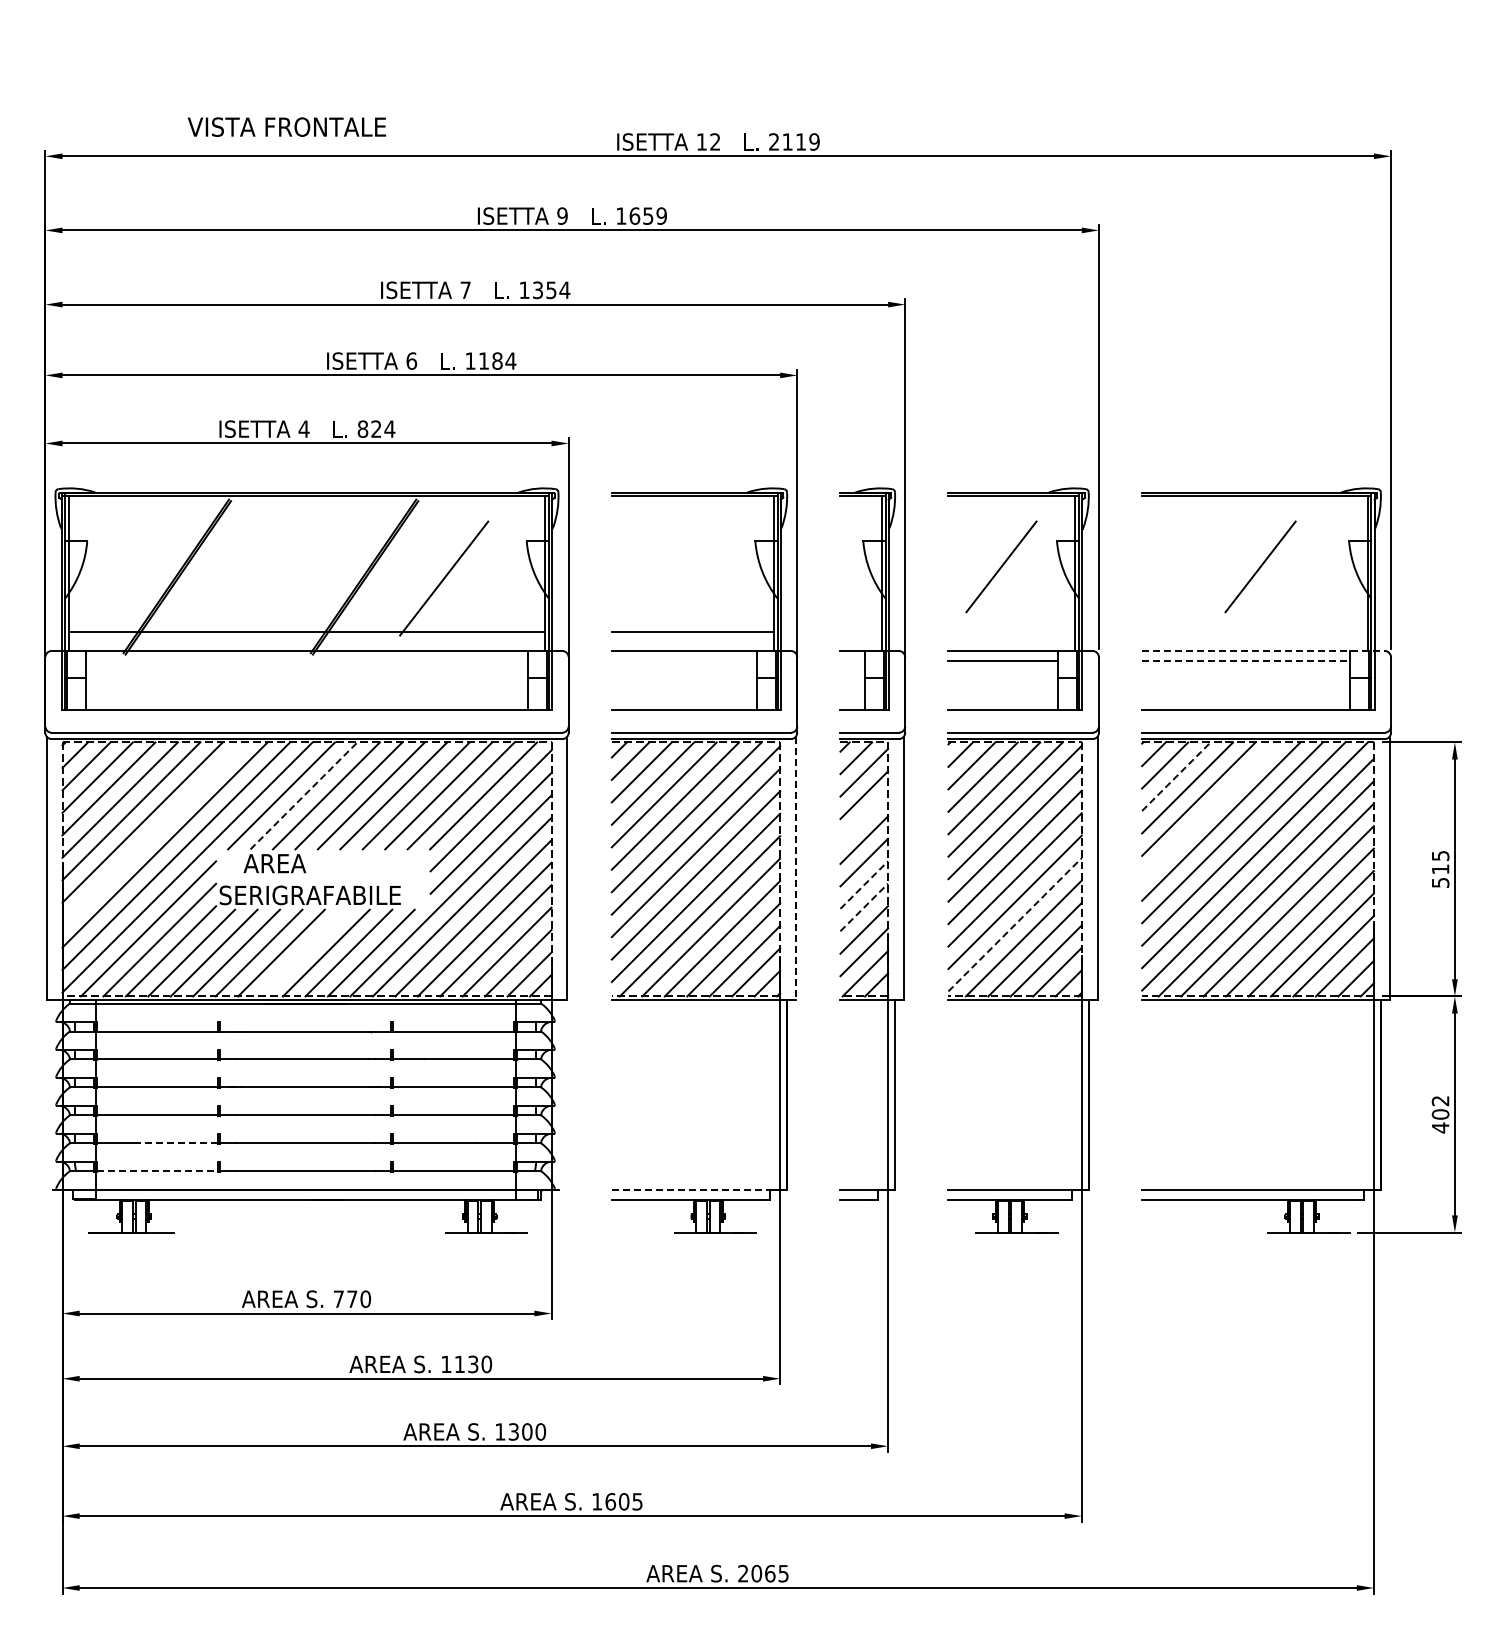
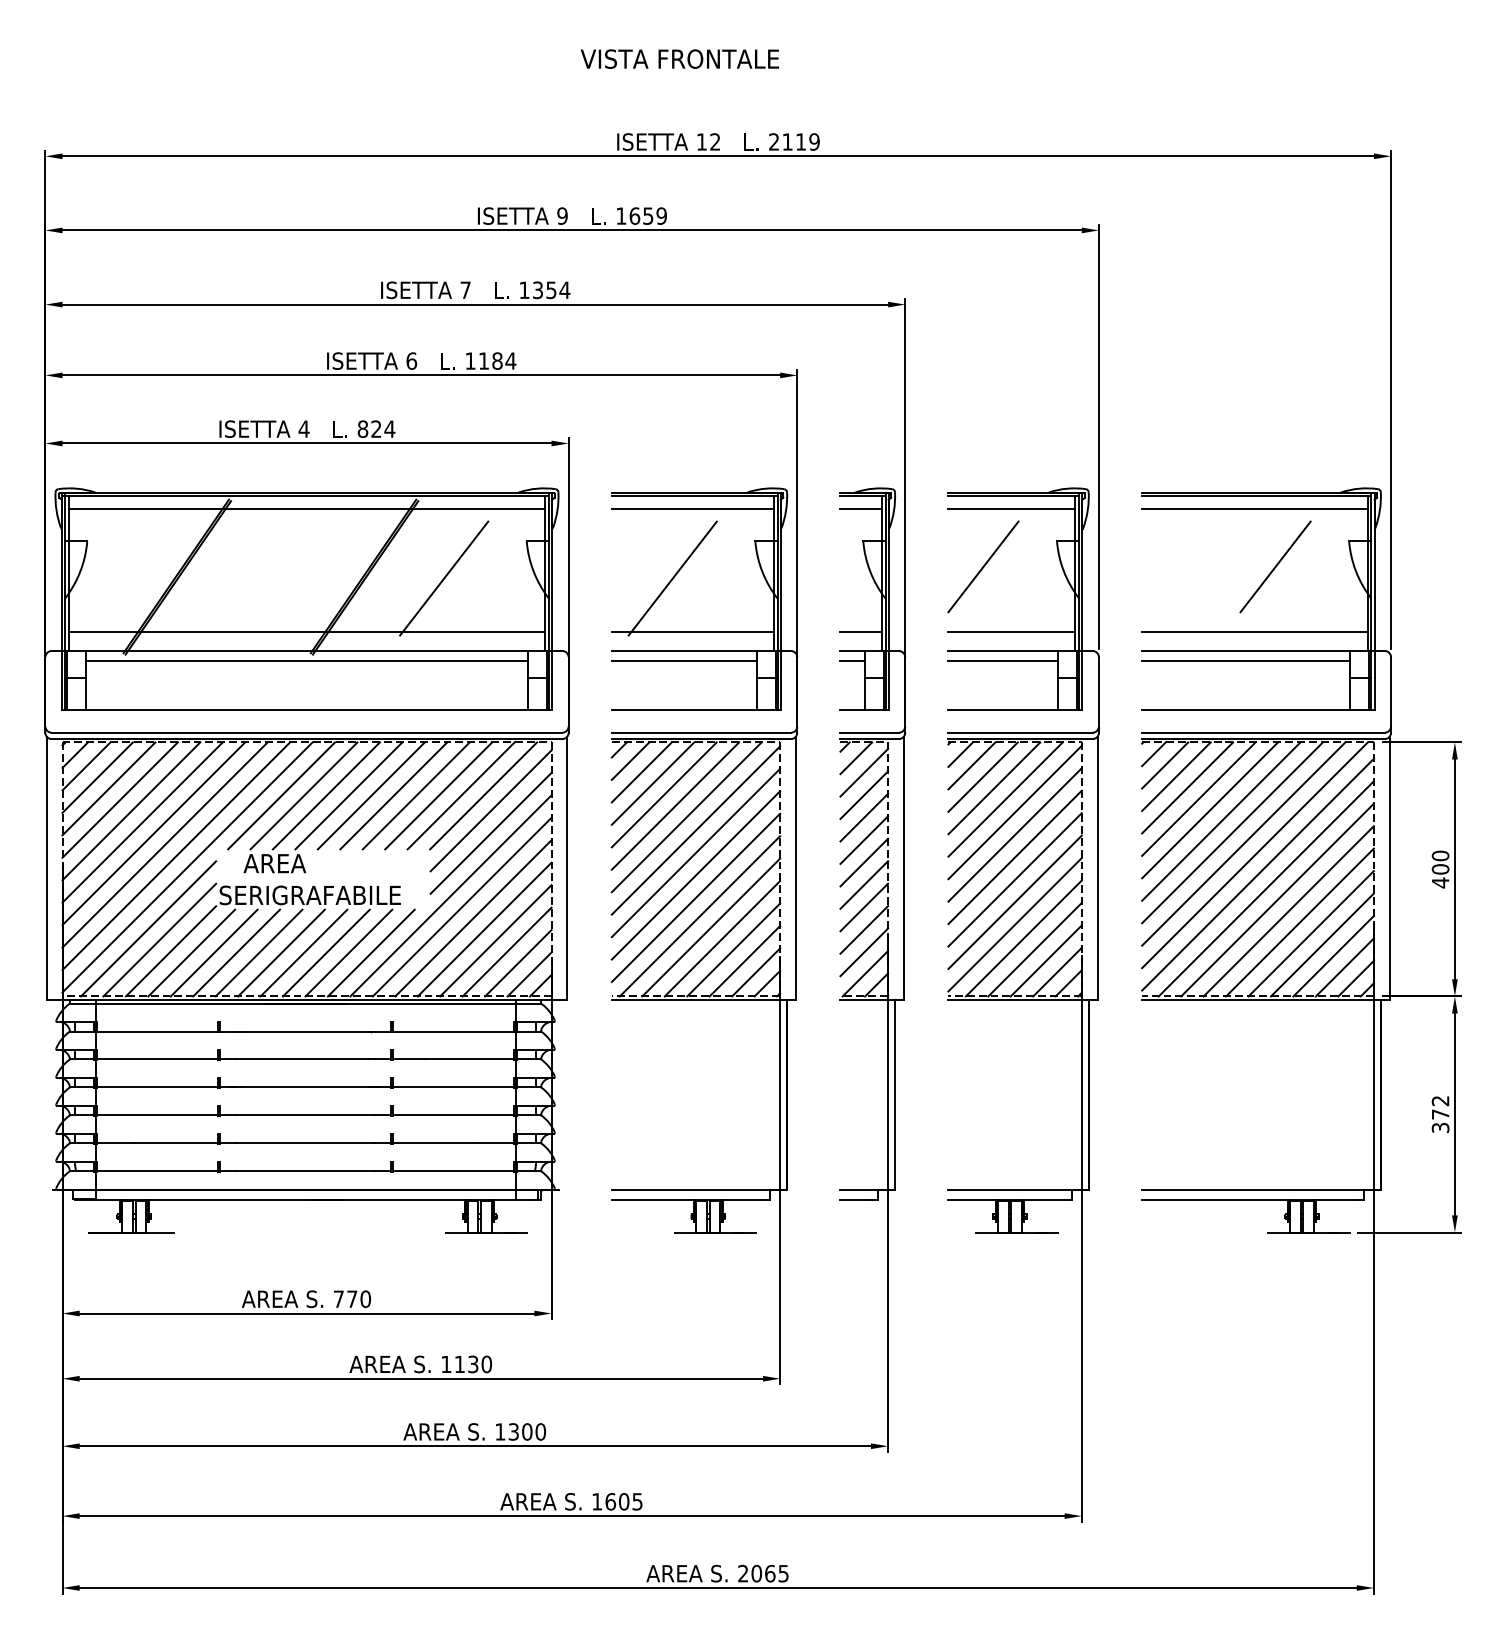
text at (286, 126) position: (286, 126) -> (679, 58)
line at (306, 509): none -> present
line at (692, 509): none -> present
line at (860, 509): none -> present
line at (1011, 509): none -> present
line at (1254, 509): none -> present
line at (1001, 566) position: (1001, 566) -> (983, 566)
line at (1260, 566) position: (1260, 566) -> (1275, 566)
line at (672, 578): none -> present
line at (860, 631): none -> present
line at (1011, 631): none -> present
line at (1254, 631): none -> present
line at (1263, 650): dashed -> solid
line at (307, 660): none -> present
line at (683, 660): none -> present
line at (852, 660): none -> present
line at (1246, 660): dashed -> solid
line at (1176, 776): dashed -> solid
line at (304, 795): dashed -> solid
line at (1210, 810): none -> present
line at (864, 817): none -> present
line at (153, 833): none -> present
line at (796, 868): dashed -> solid
text at (1440, 869): 515 -> 400
line at (864, 885): dashed -> solid
line at (864, 907): dashed -> solid
line at (1015, 924): dashed -> solid
line at (303, 952): none -> present
text at (1440, 1121): 402 -> 372
line at (176, 1143): dashed -> solid
line at (158, 1171): dashed -> solid
line at (699, 1189): dashed -> solid
